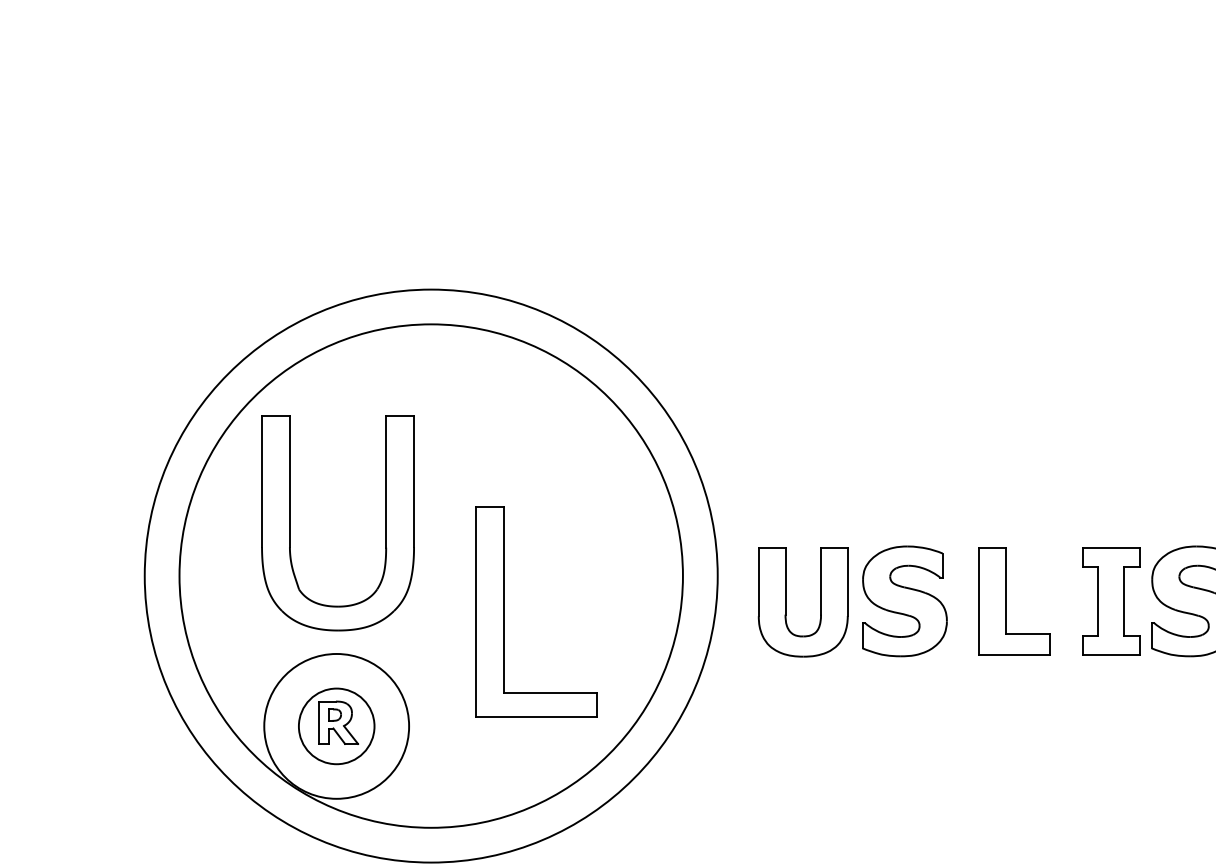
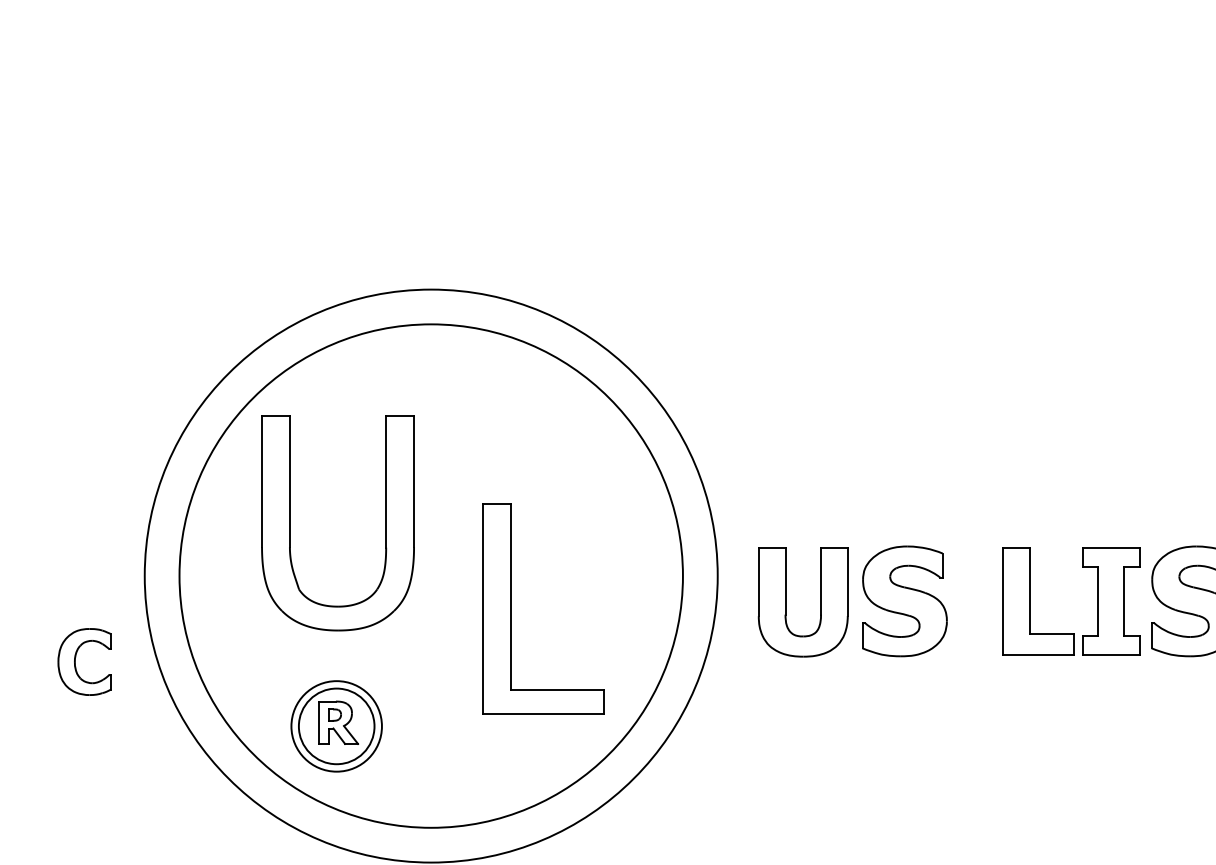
part at (1006, 601) position: (1006, 601) -> (1030, 601)
part at (504, 611) position: (504, 611) -> (511, 608)
part at (76, 657): none -> present
circle at (336, 725) diameter: 145 px -> 91 px
